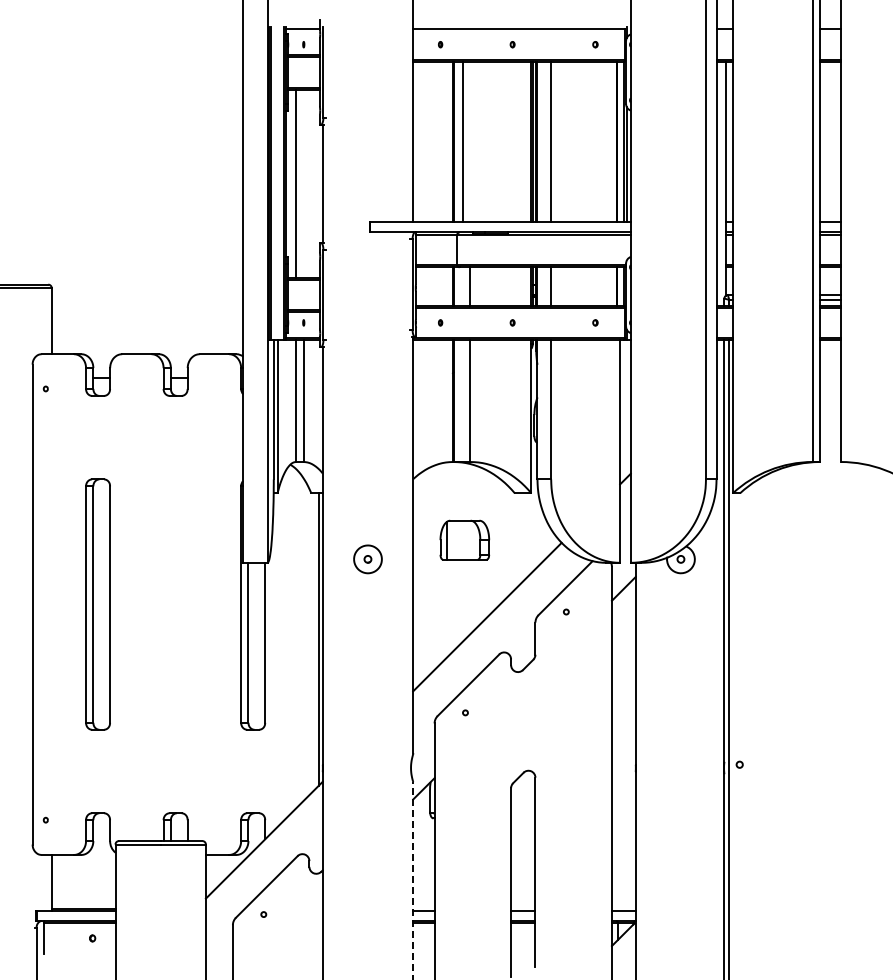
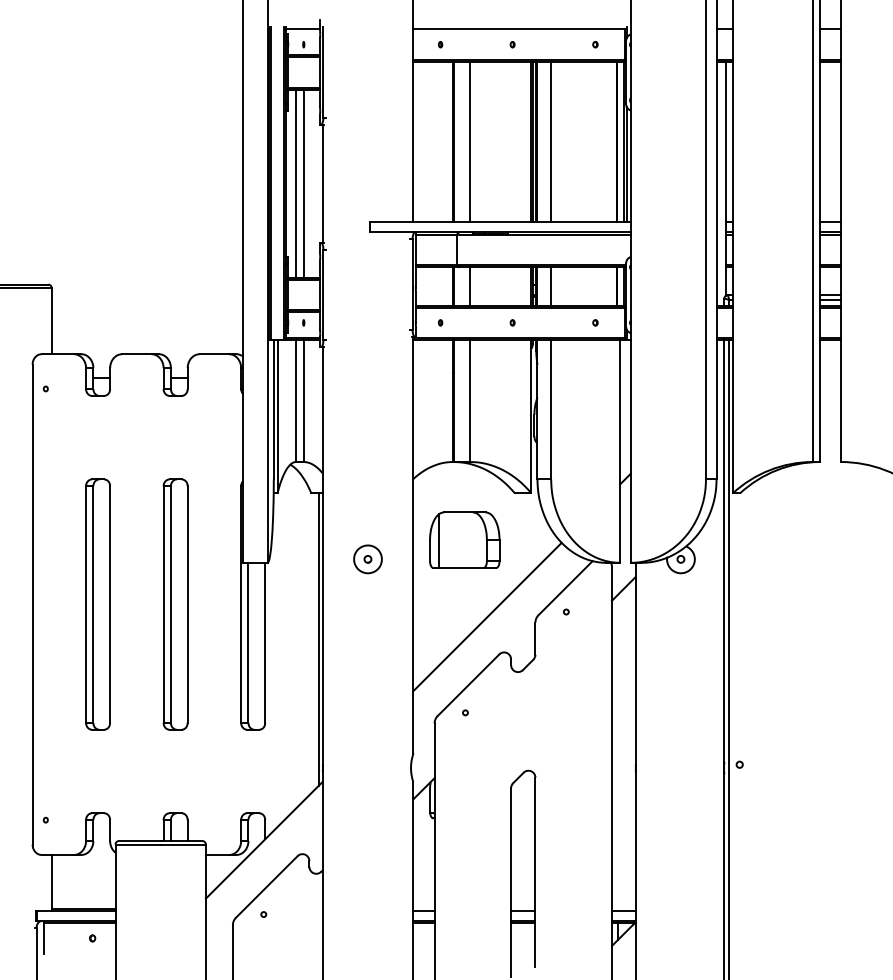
line at (463, 142) position: (463, 142) -> (470, 142)
line at (303, 183): none -> present
part at (464, 539) size: 52x42 px -> 72x58 px
part at (175, 604): none -> present
line at (413, 880): dashed -> solid
